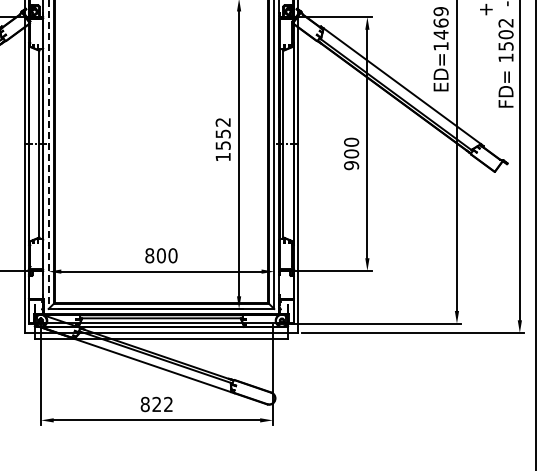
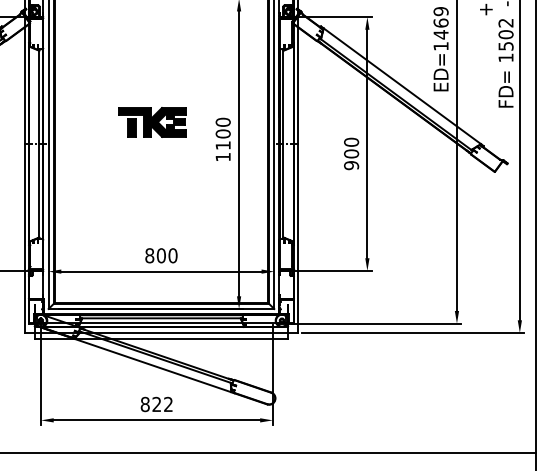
part at (152, 122): none -> present
text at (222, 133): 1552 -> 1100
line at (48, 155): dashed -> solid
line at (269, 453): none -> present
